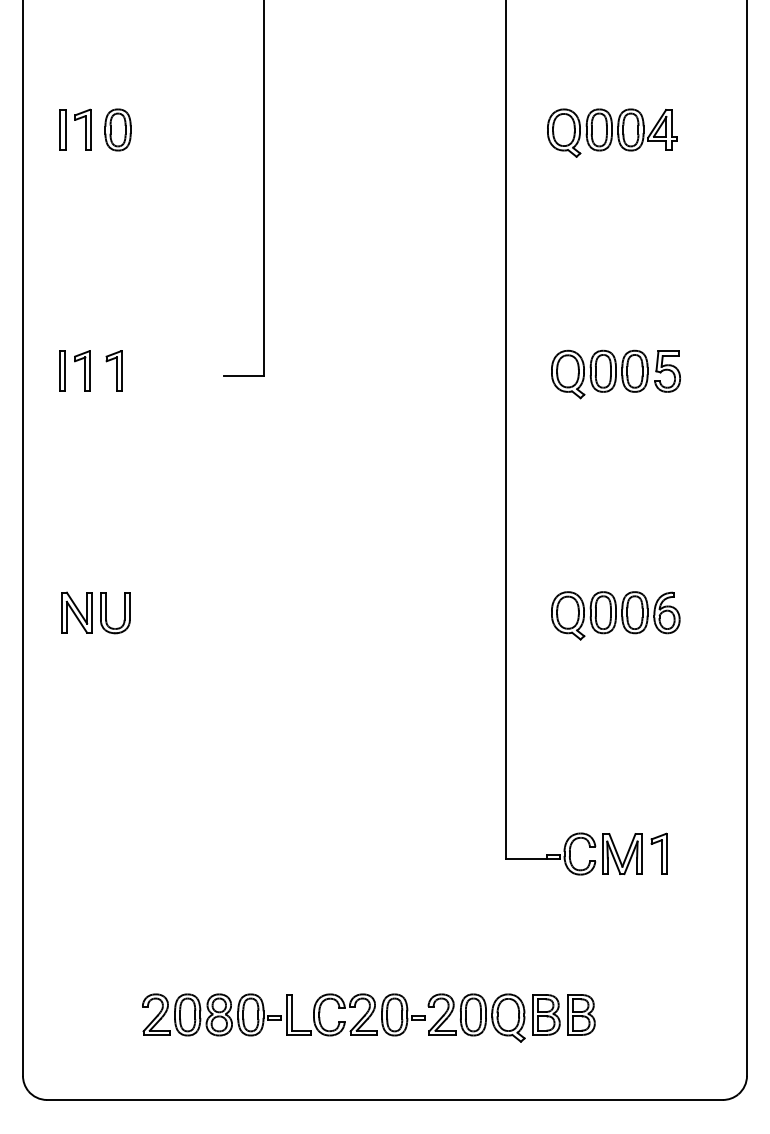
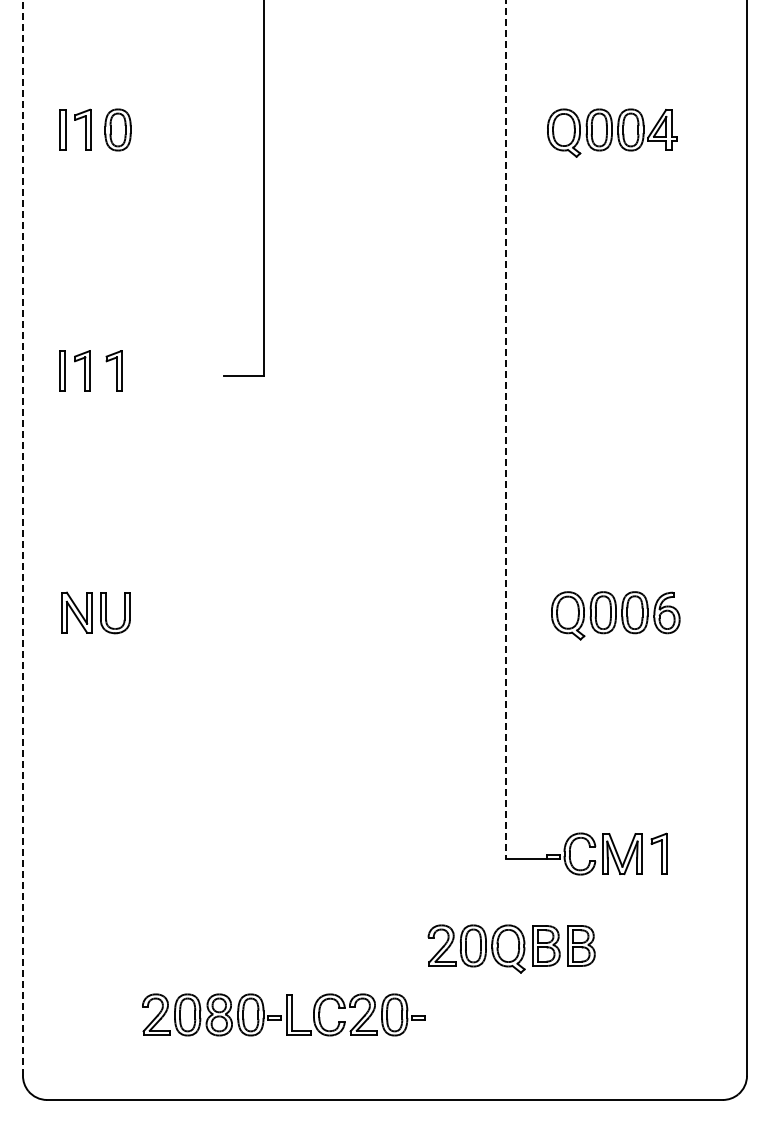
part at (615, 374): present -> none
line at (505, 429): solid -> dashed
line at (22, 537): solid -> dashed
part at (511, 1017) position: (511, 1017) -> (511, 948)
